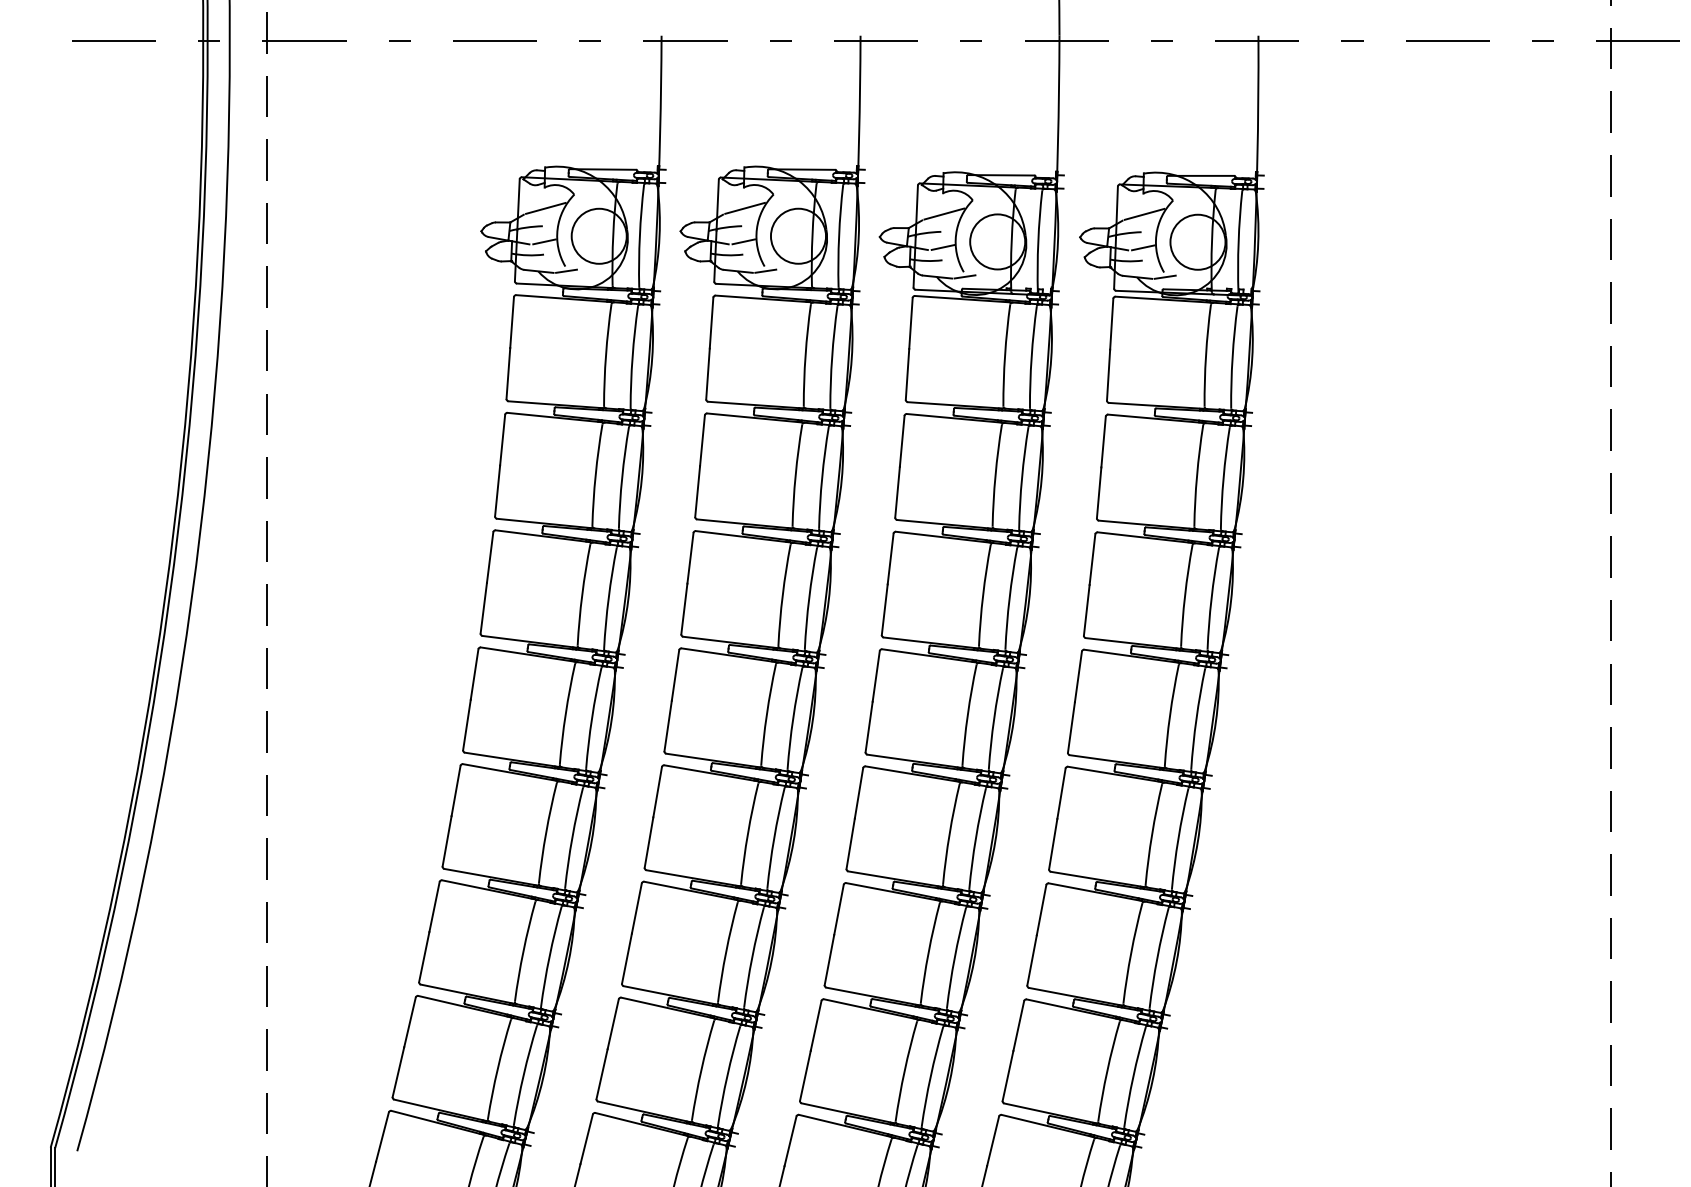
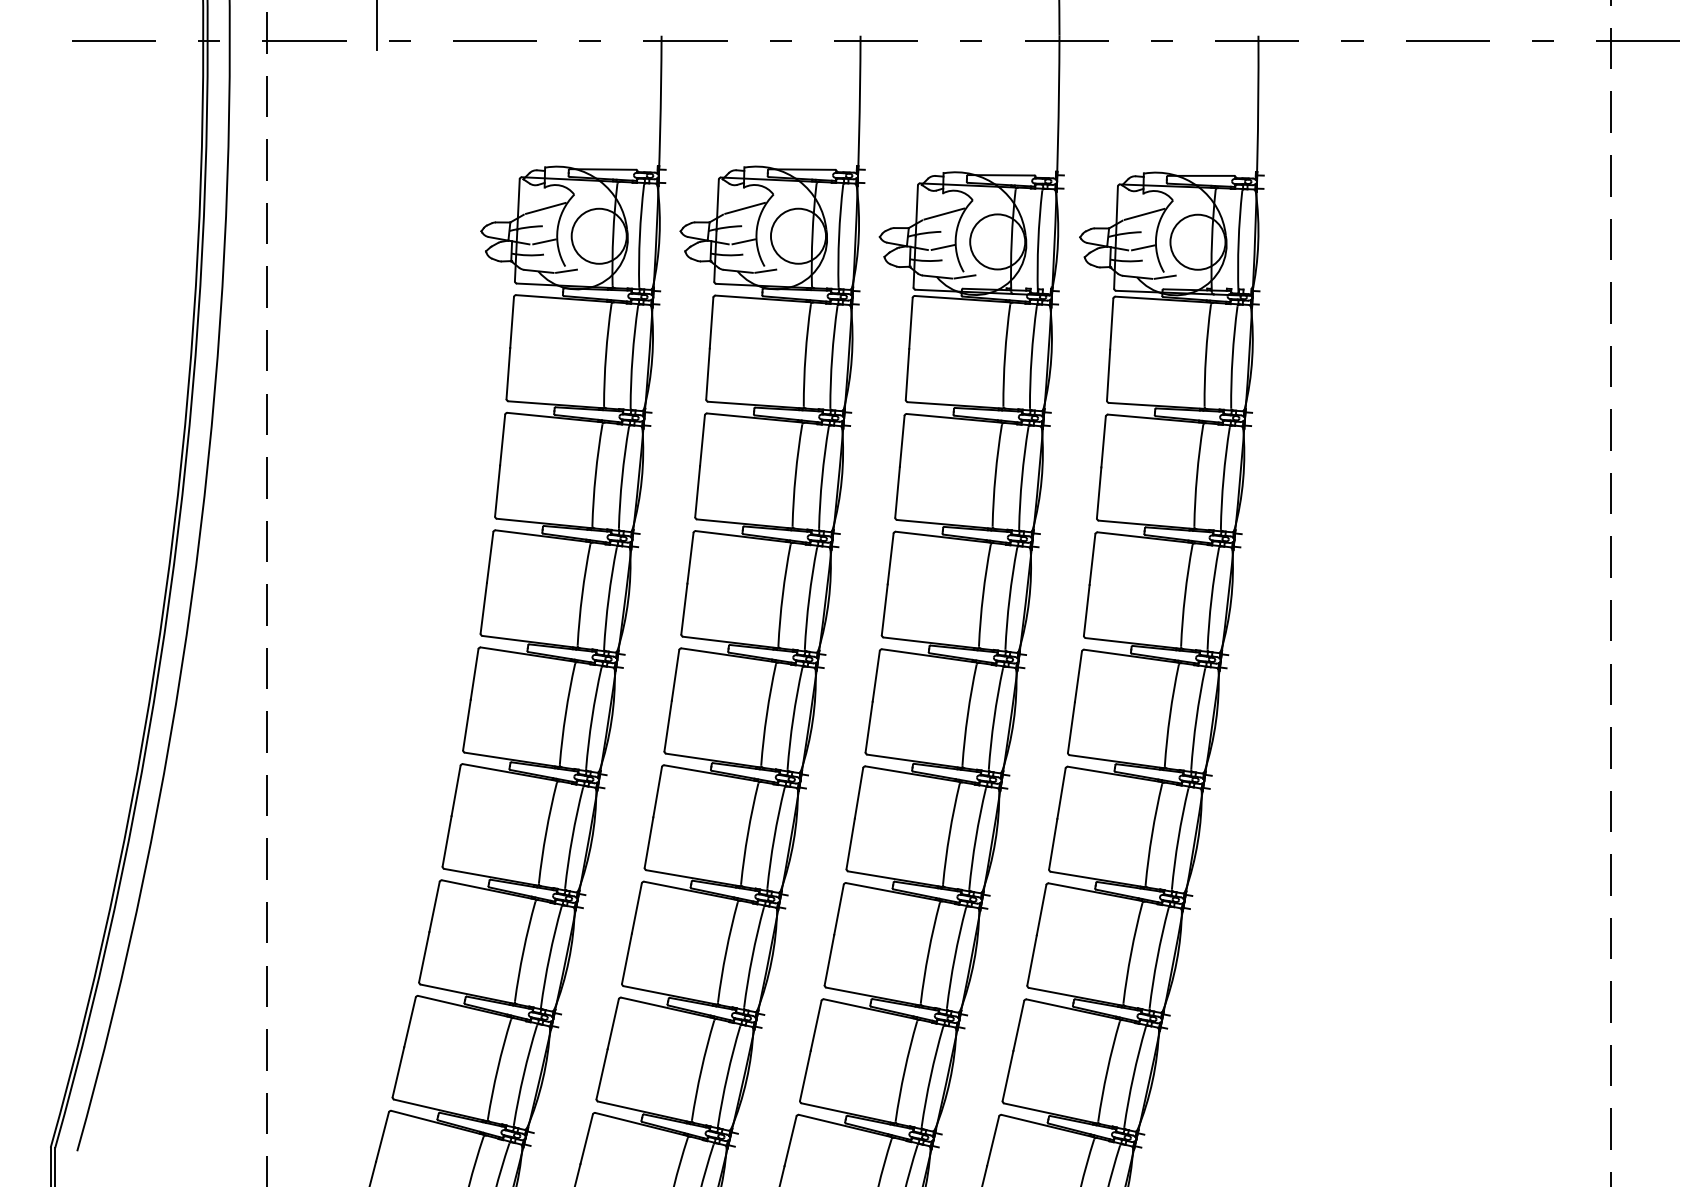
line at (377, 25): none -> present
